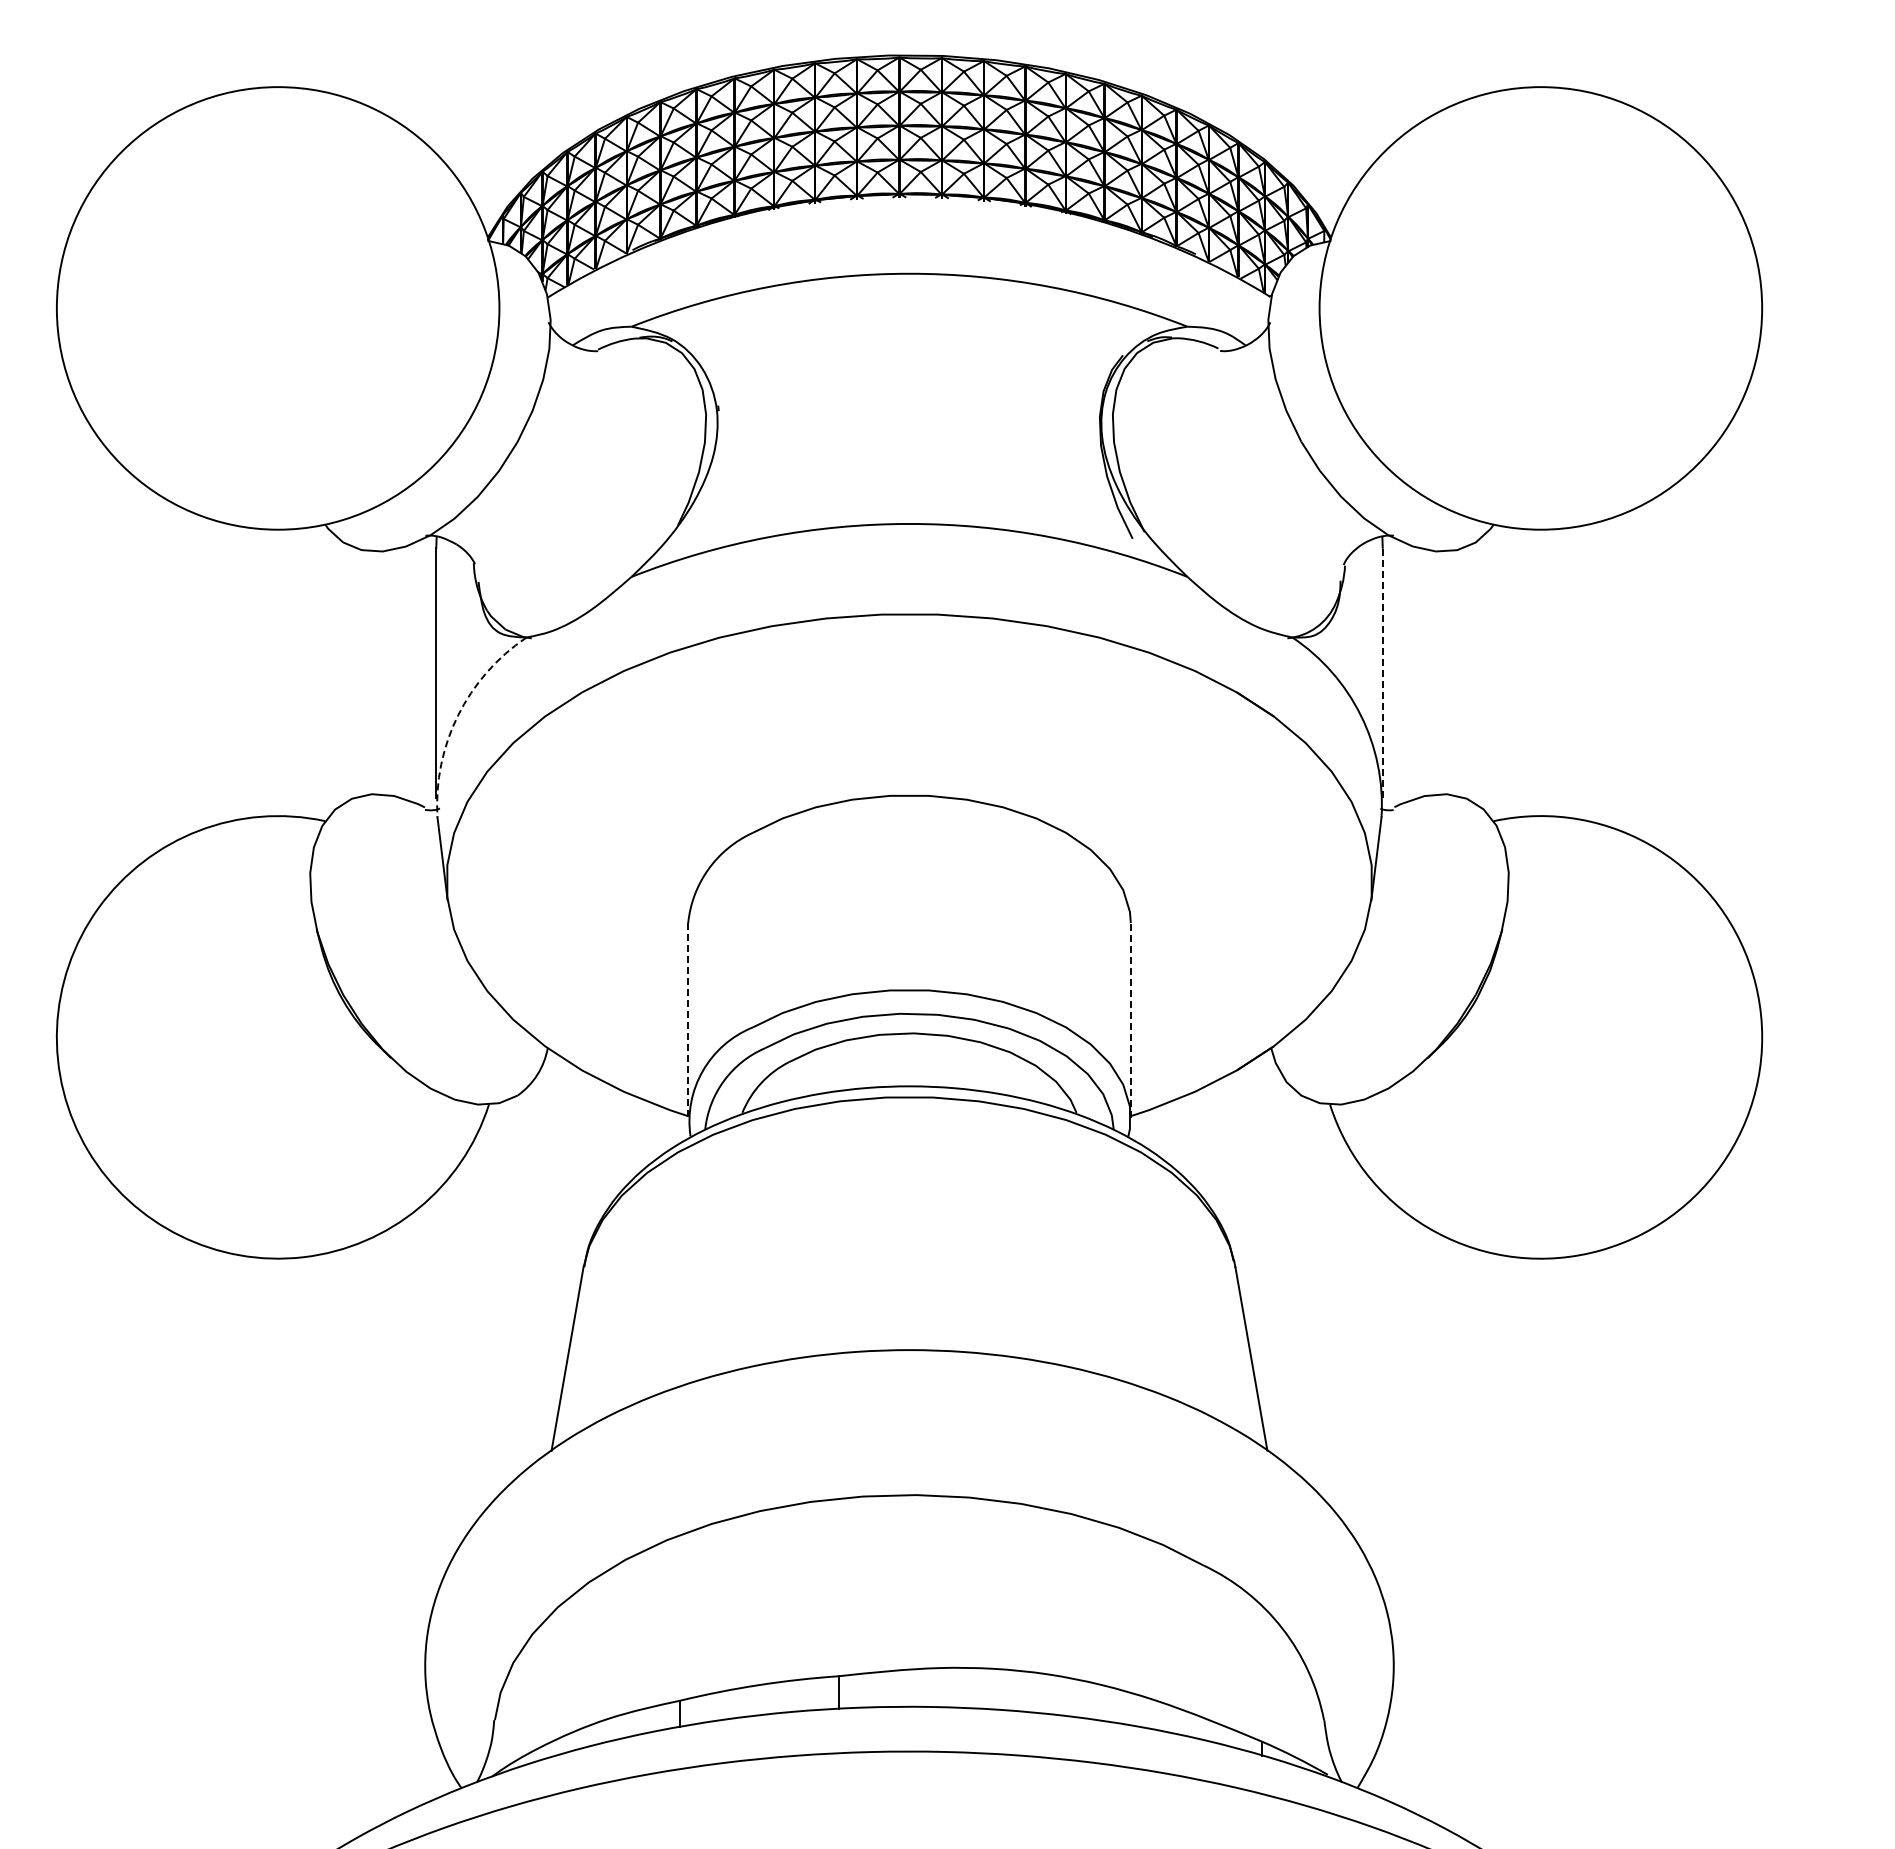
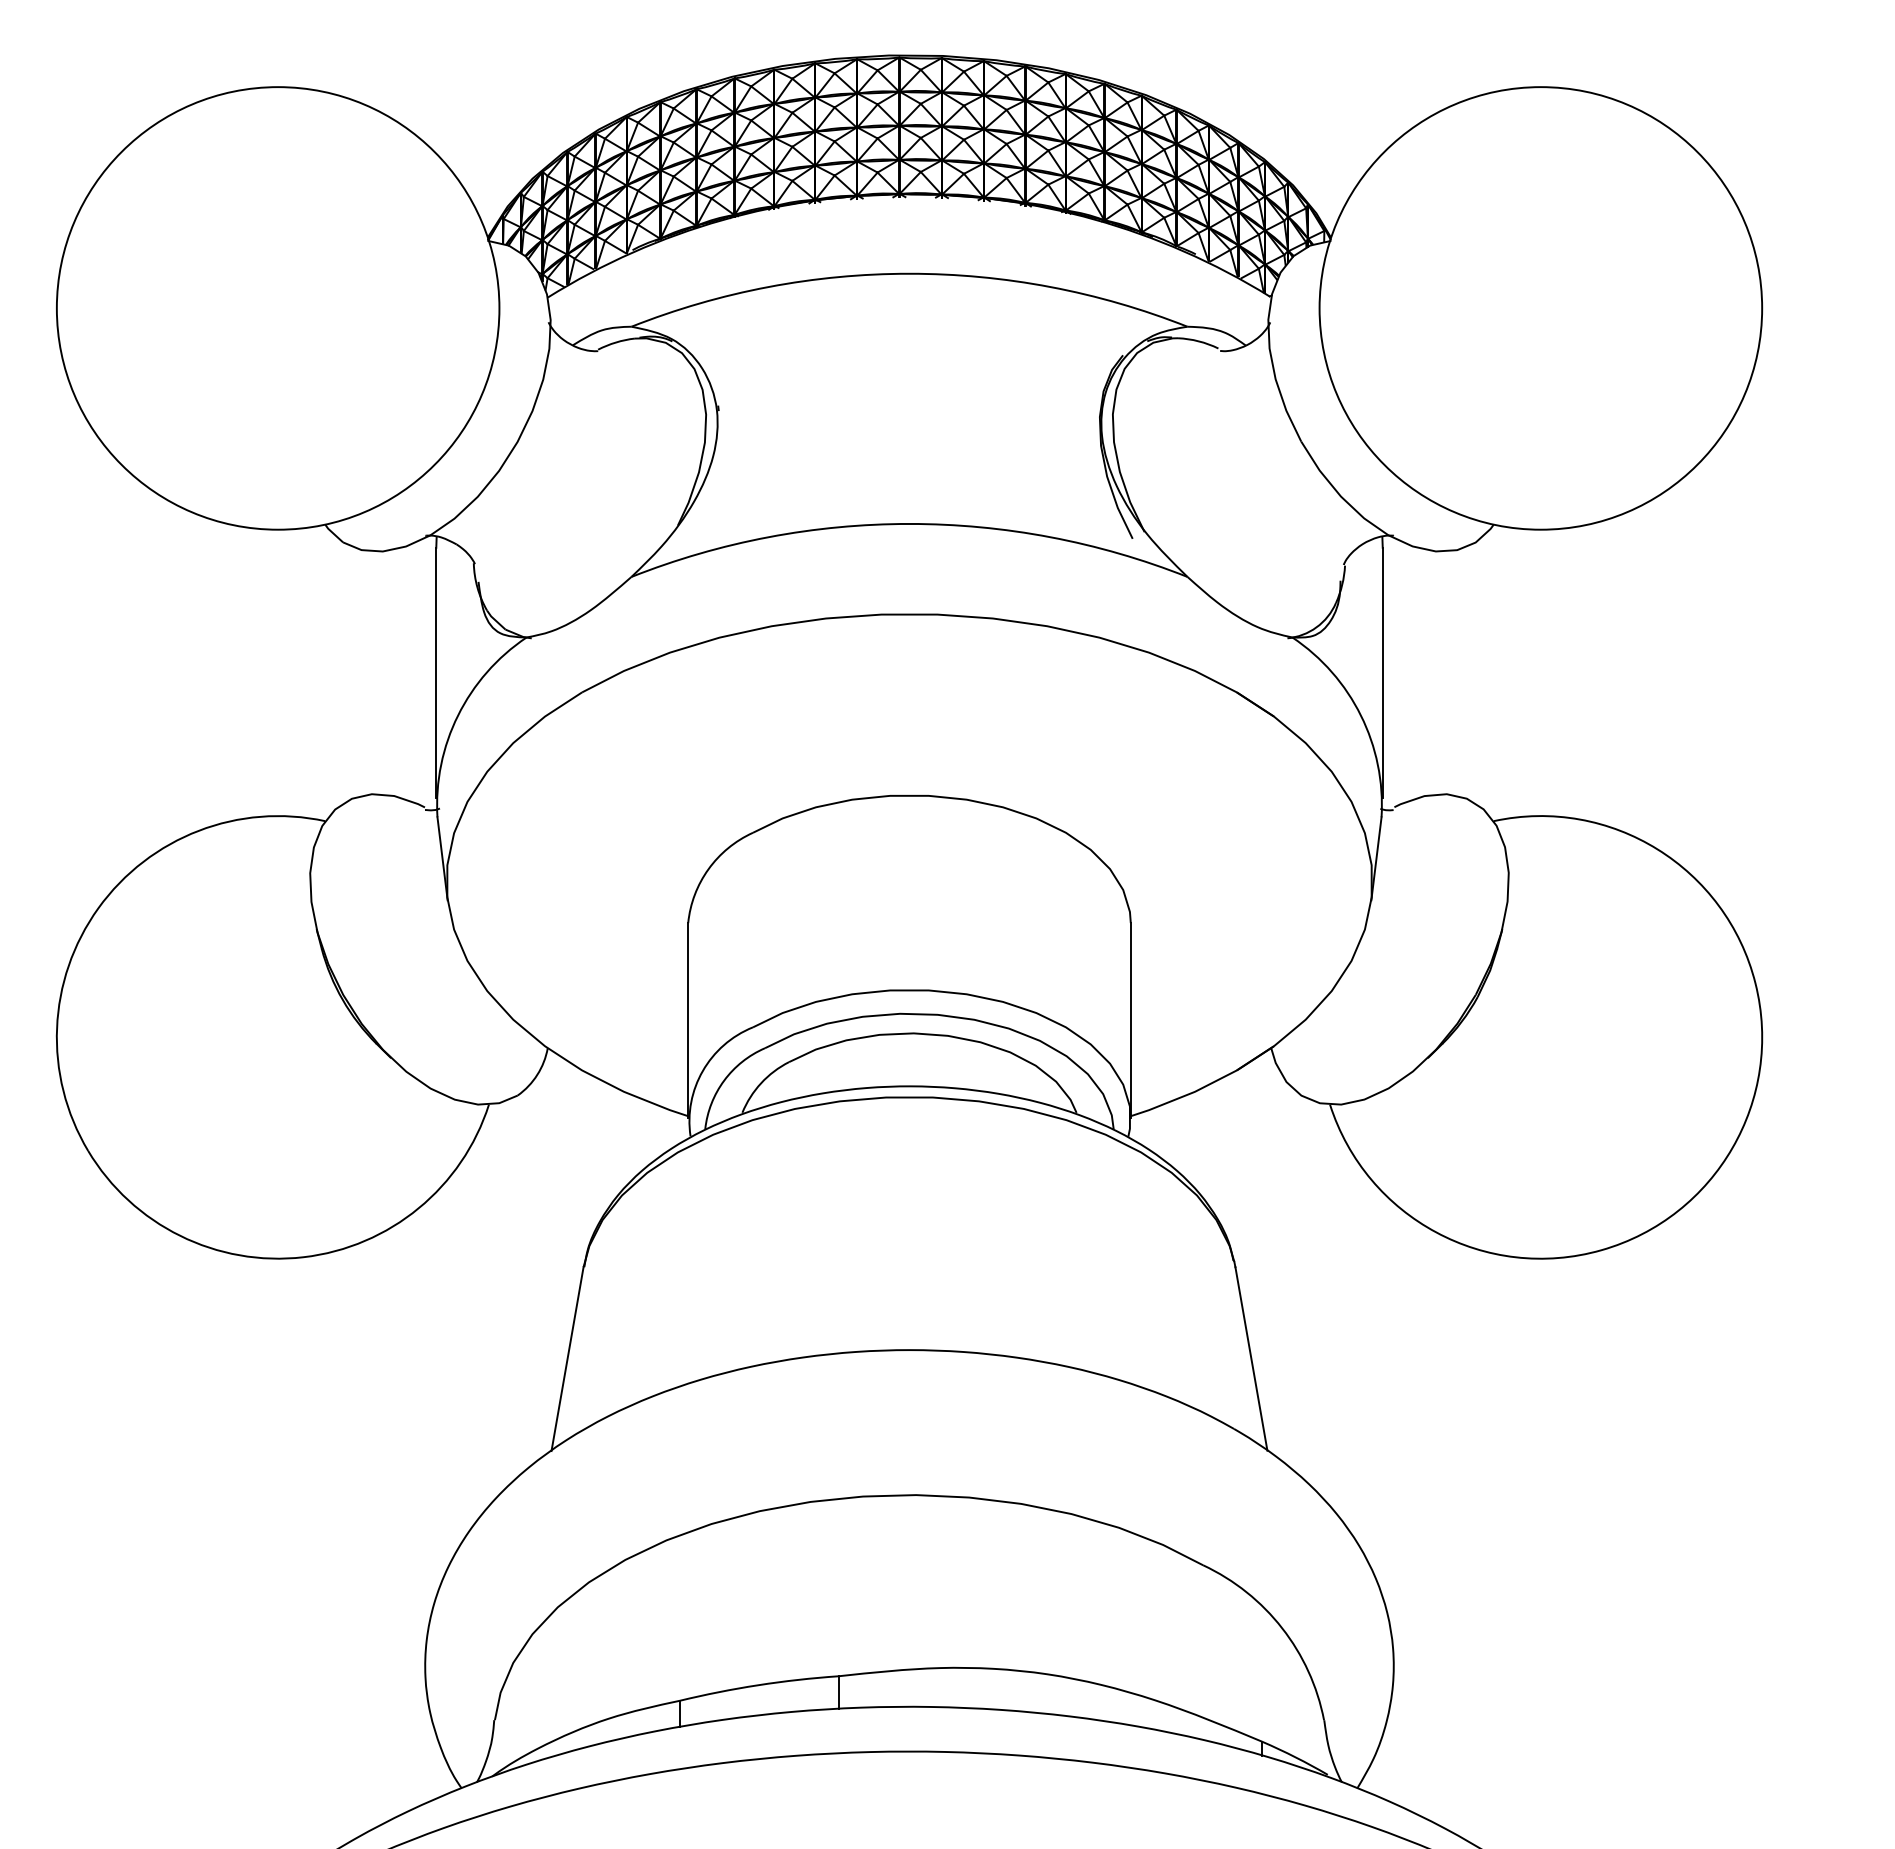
line at (1382, 672): dashed -> solid
arc at (458, 715): dashed -> solid
line at (1130, 1019): dashed -> solid
line at (688, 1020): dashed -> solid
